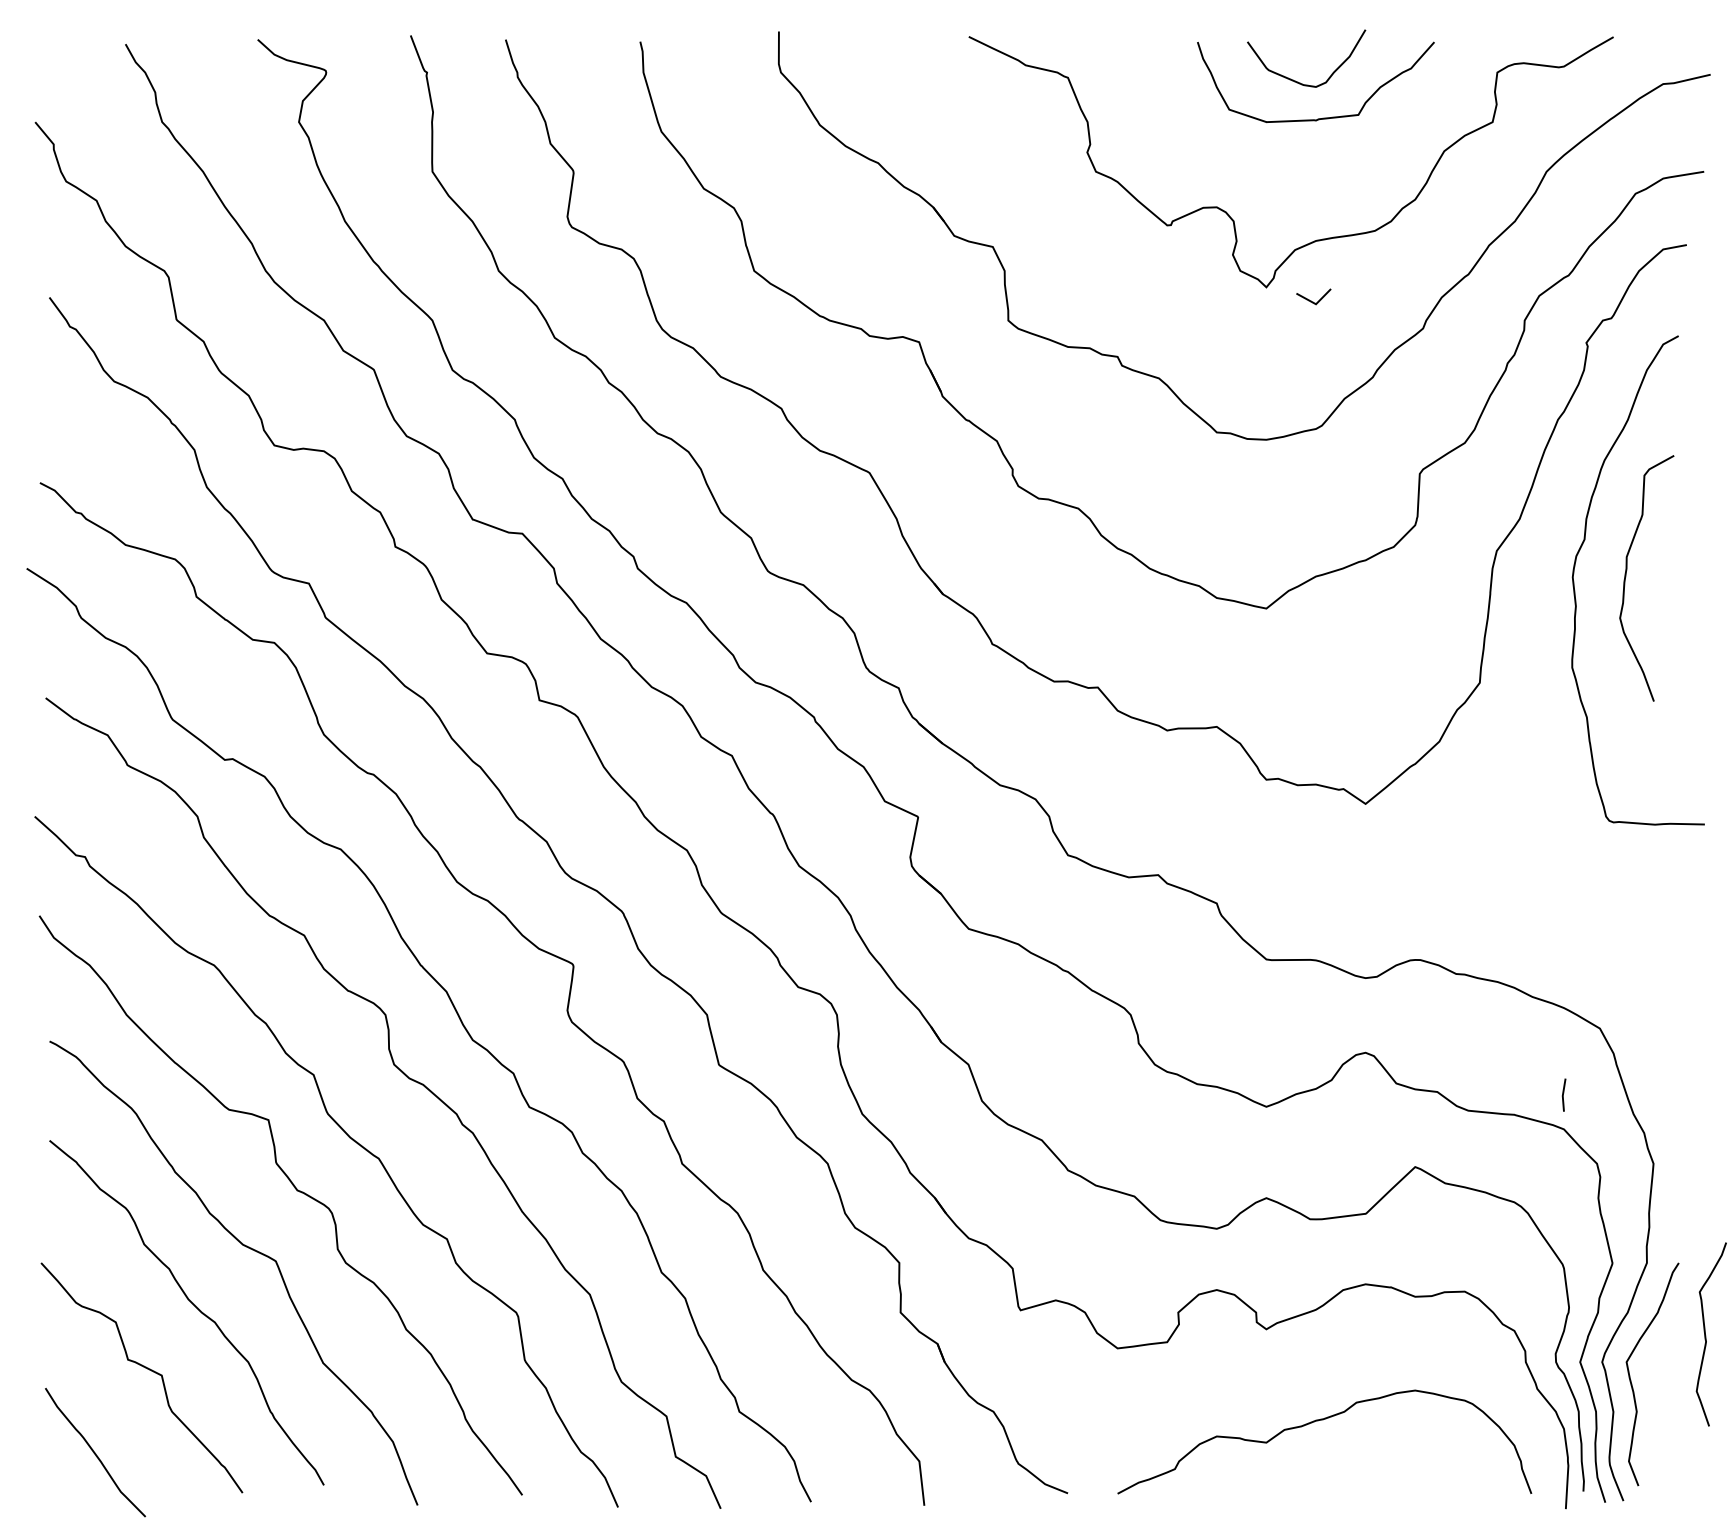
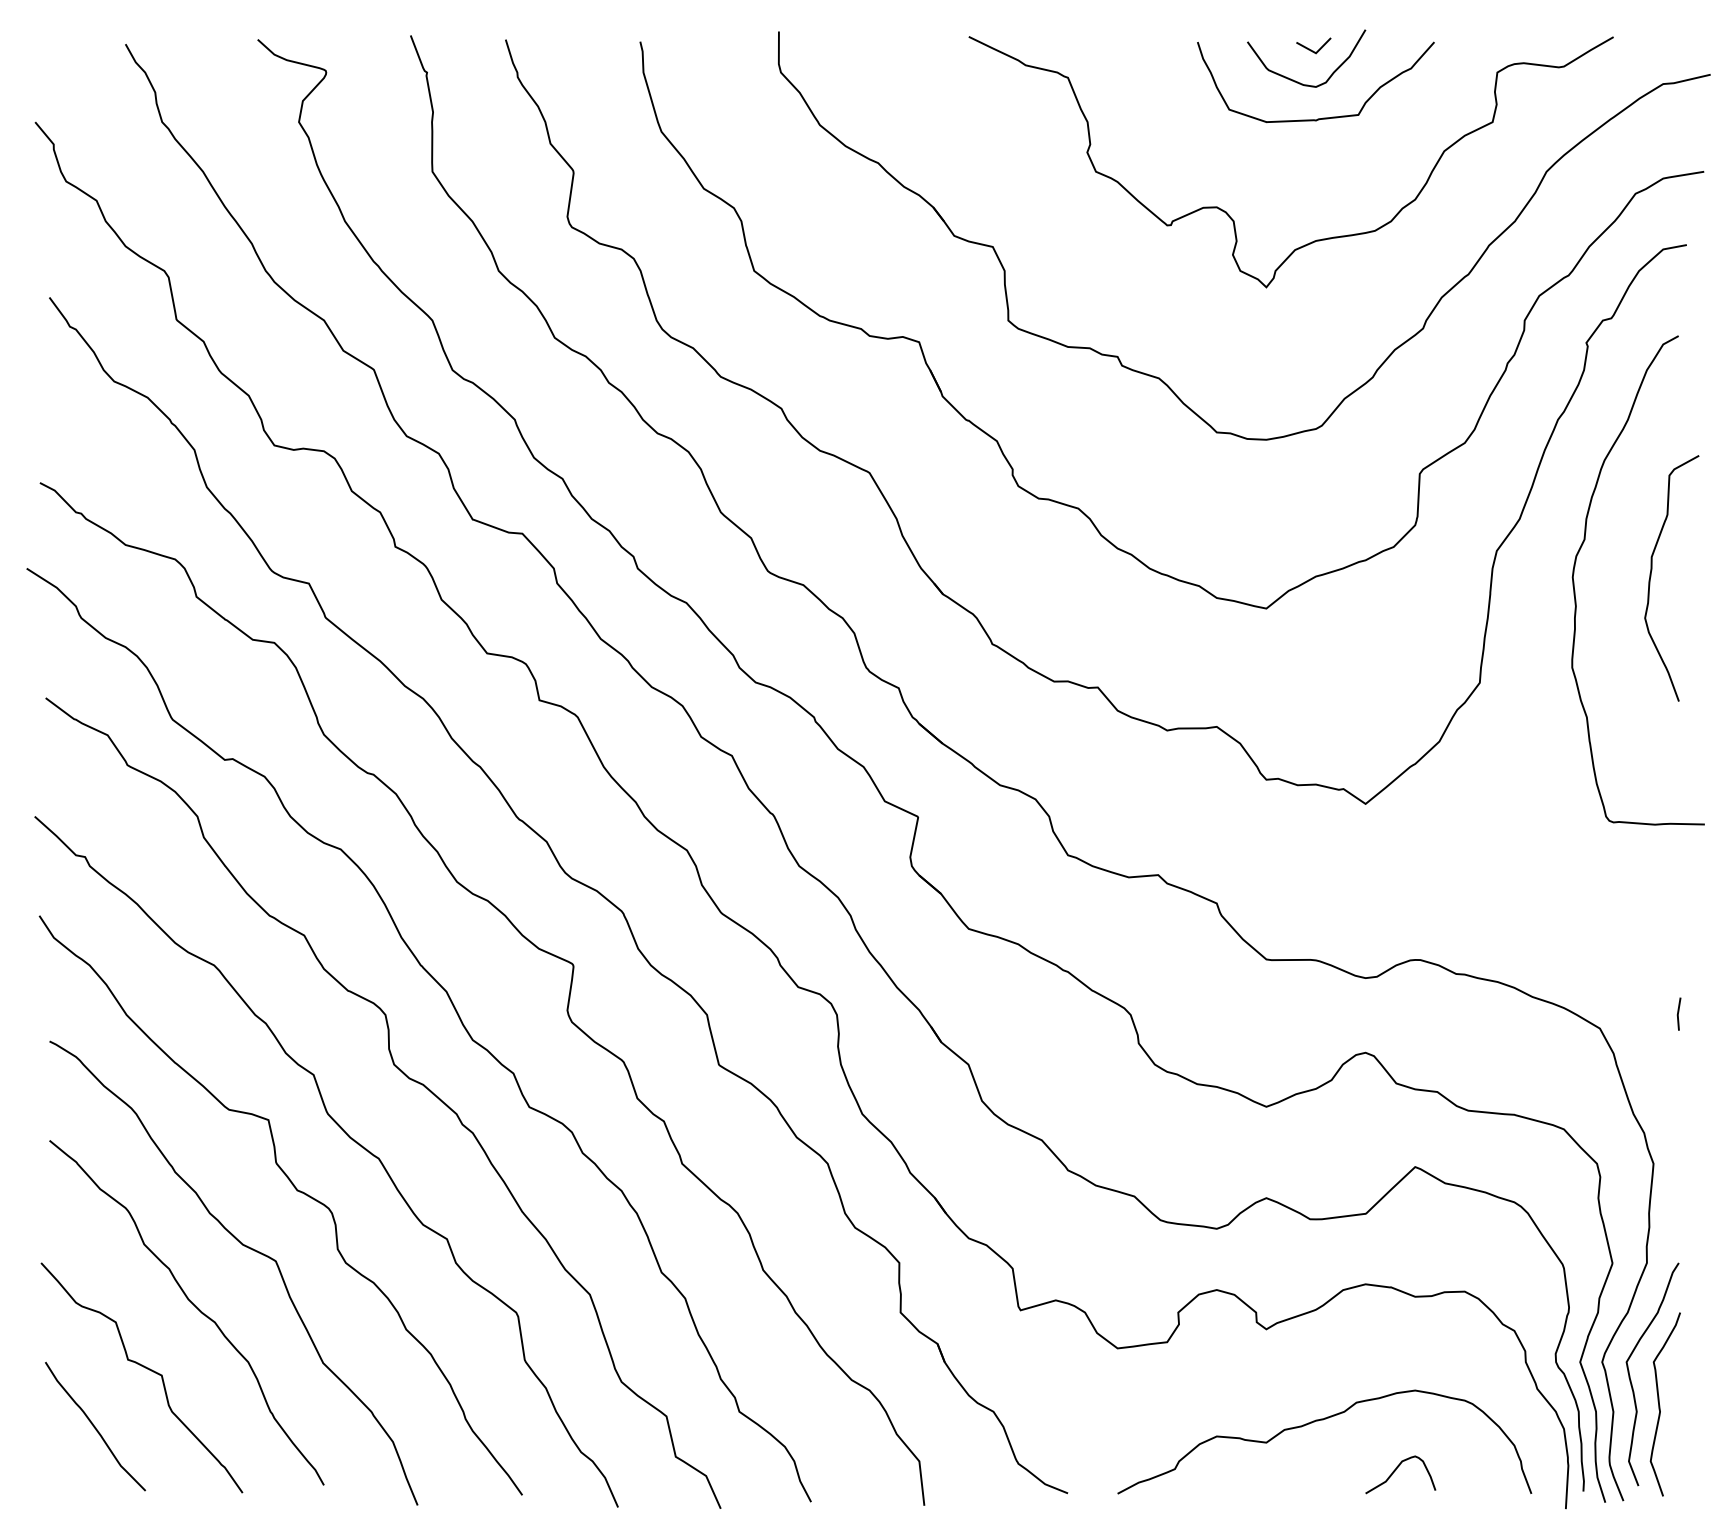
line at (1311, 300) position: (1311, 300) -> (1311, 49)
curve at (1626, 577) position: (1626, 577) -> (1651, 577)
line at (1563, 1094) position: (1563, 1094) -> (1678, 1013)
curve at (1706, 1335) position: (1706, 1335) -> (1660, 1405)
curve at (95, 1452) position: (95, 1452) -> (95, 1426)
curve at (1396, 1470): none -> present
